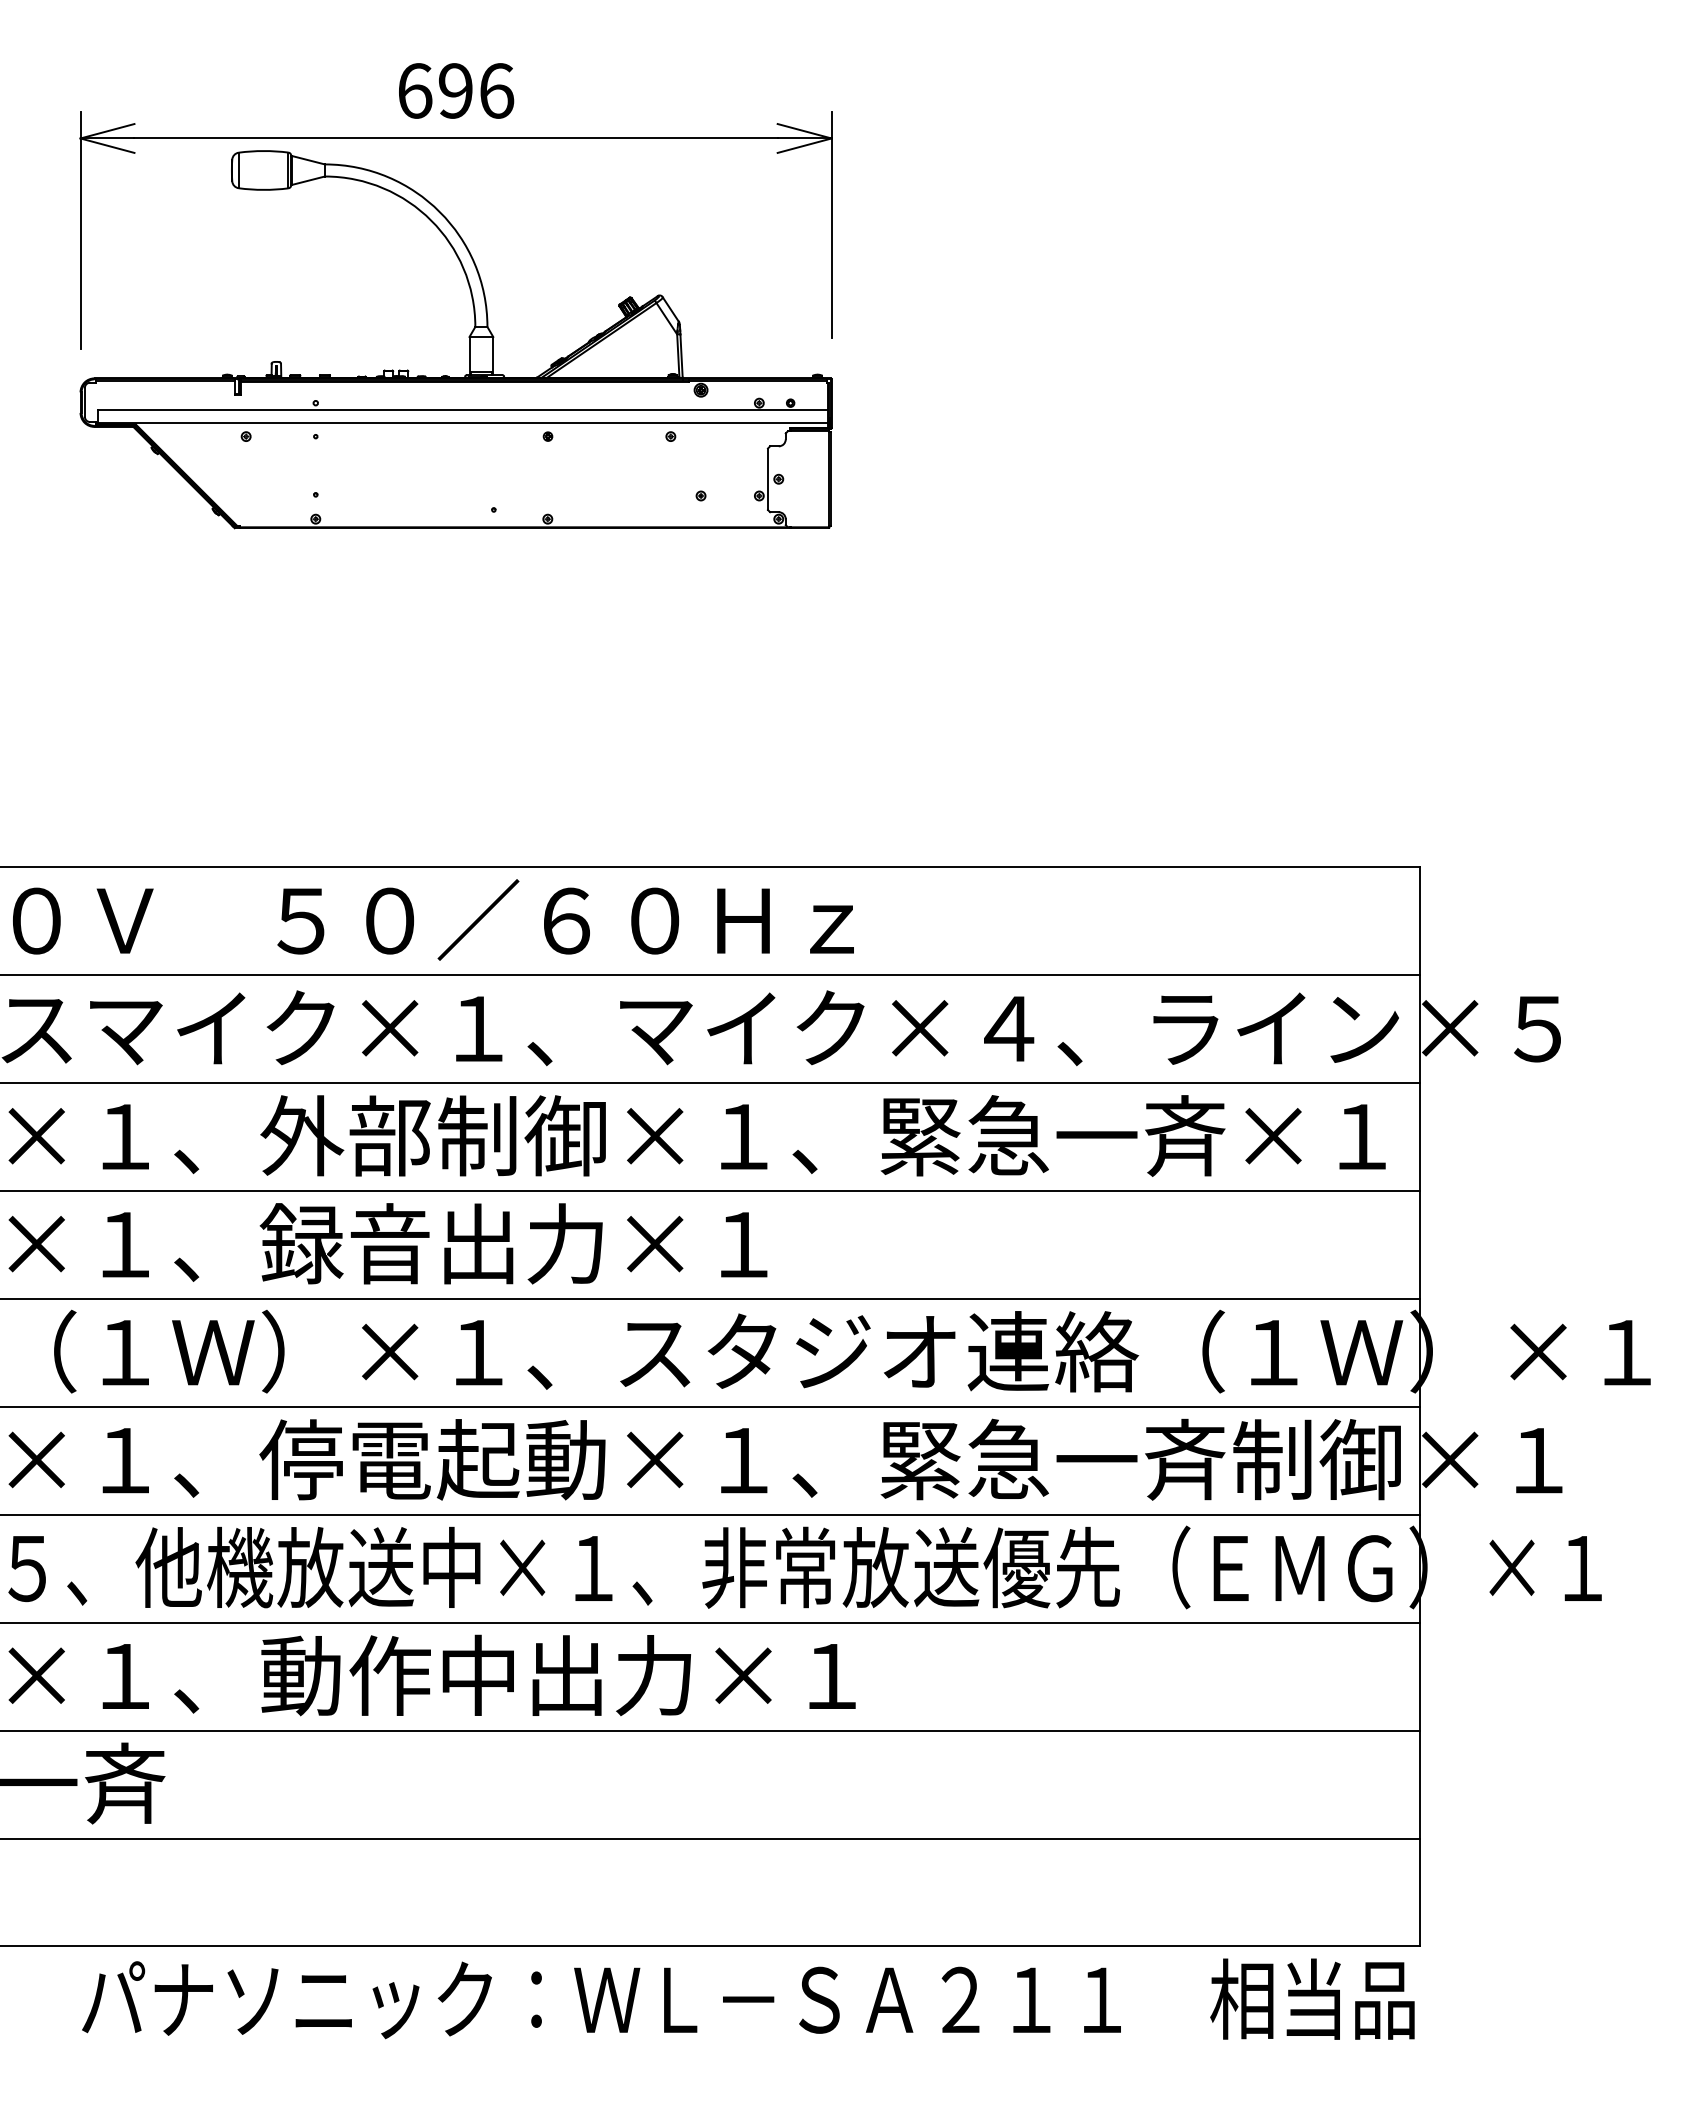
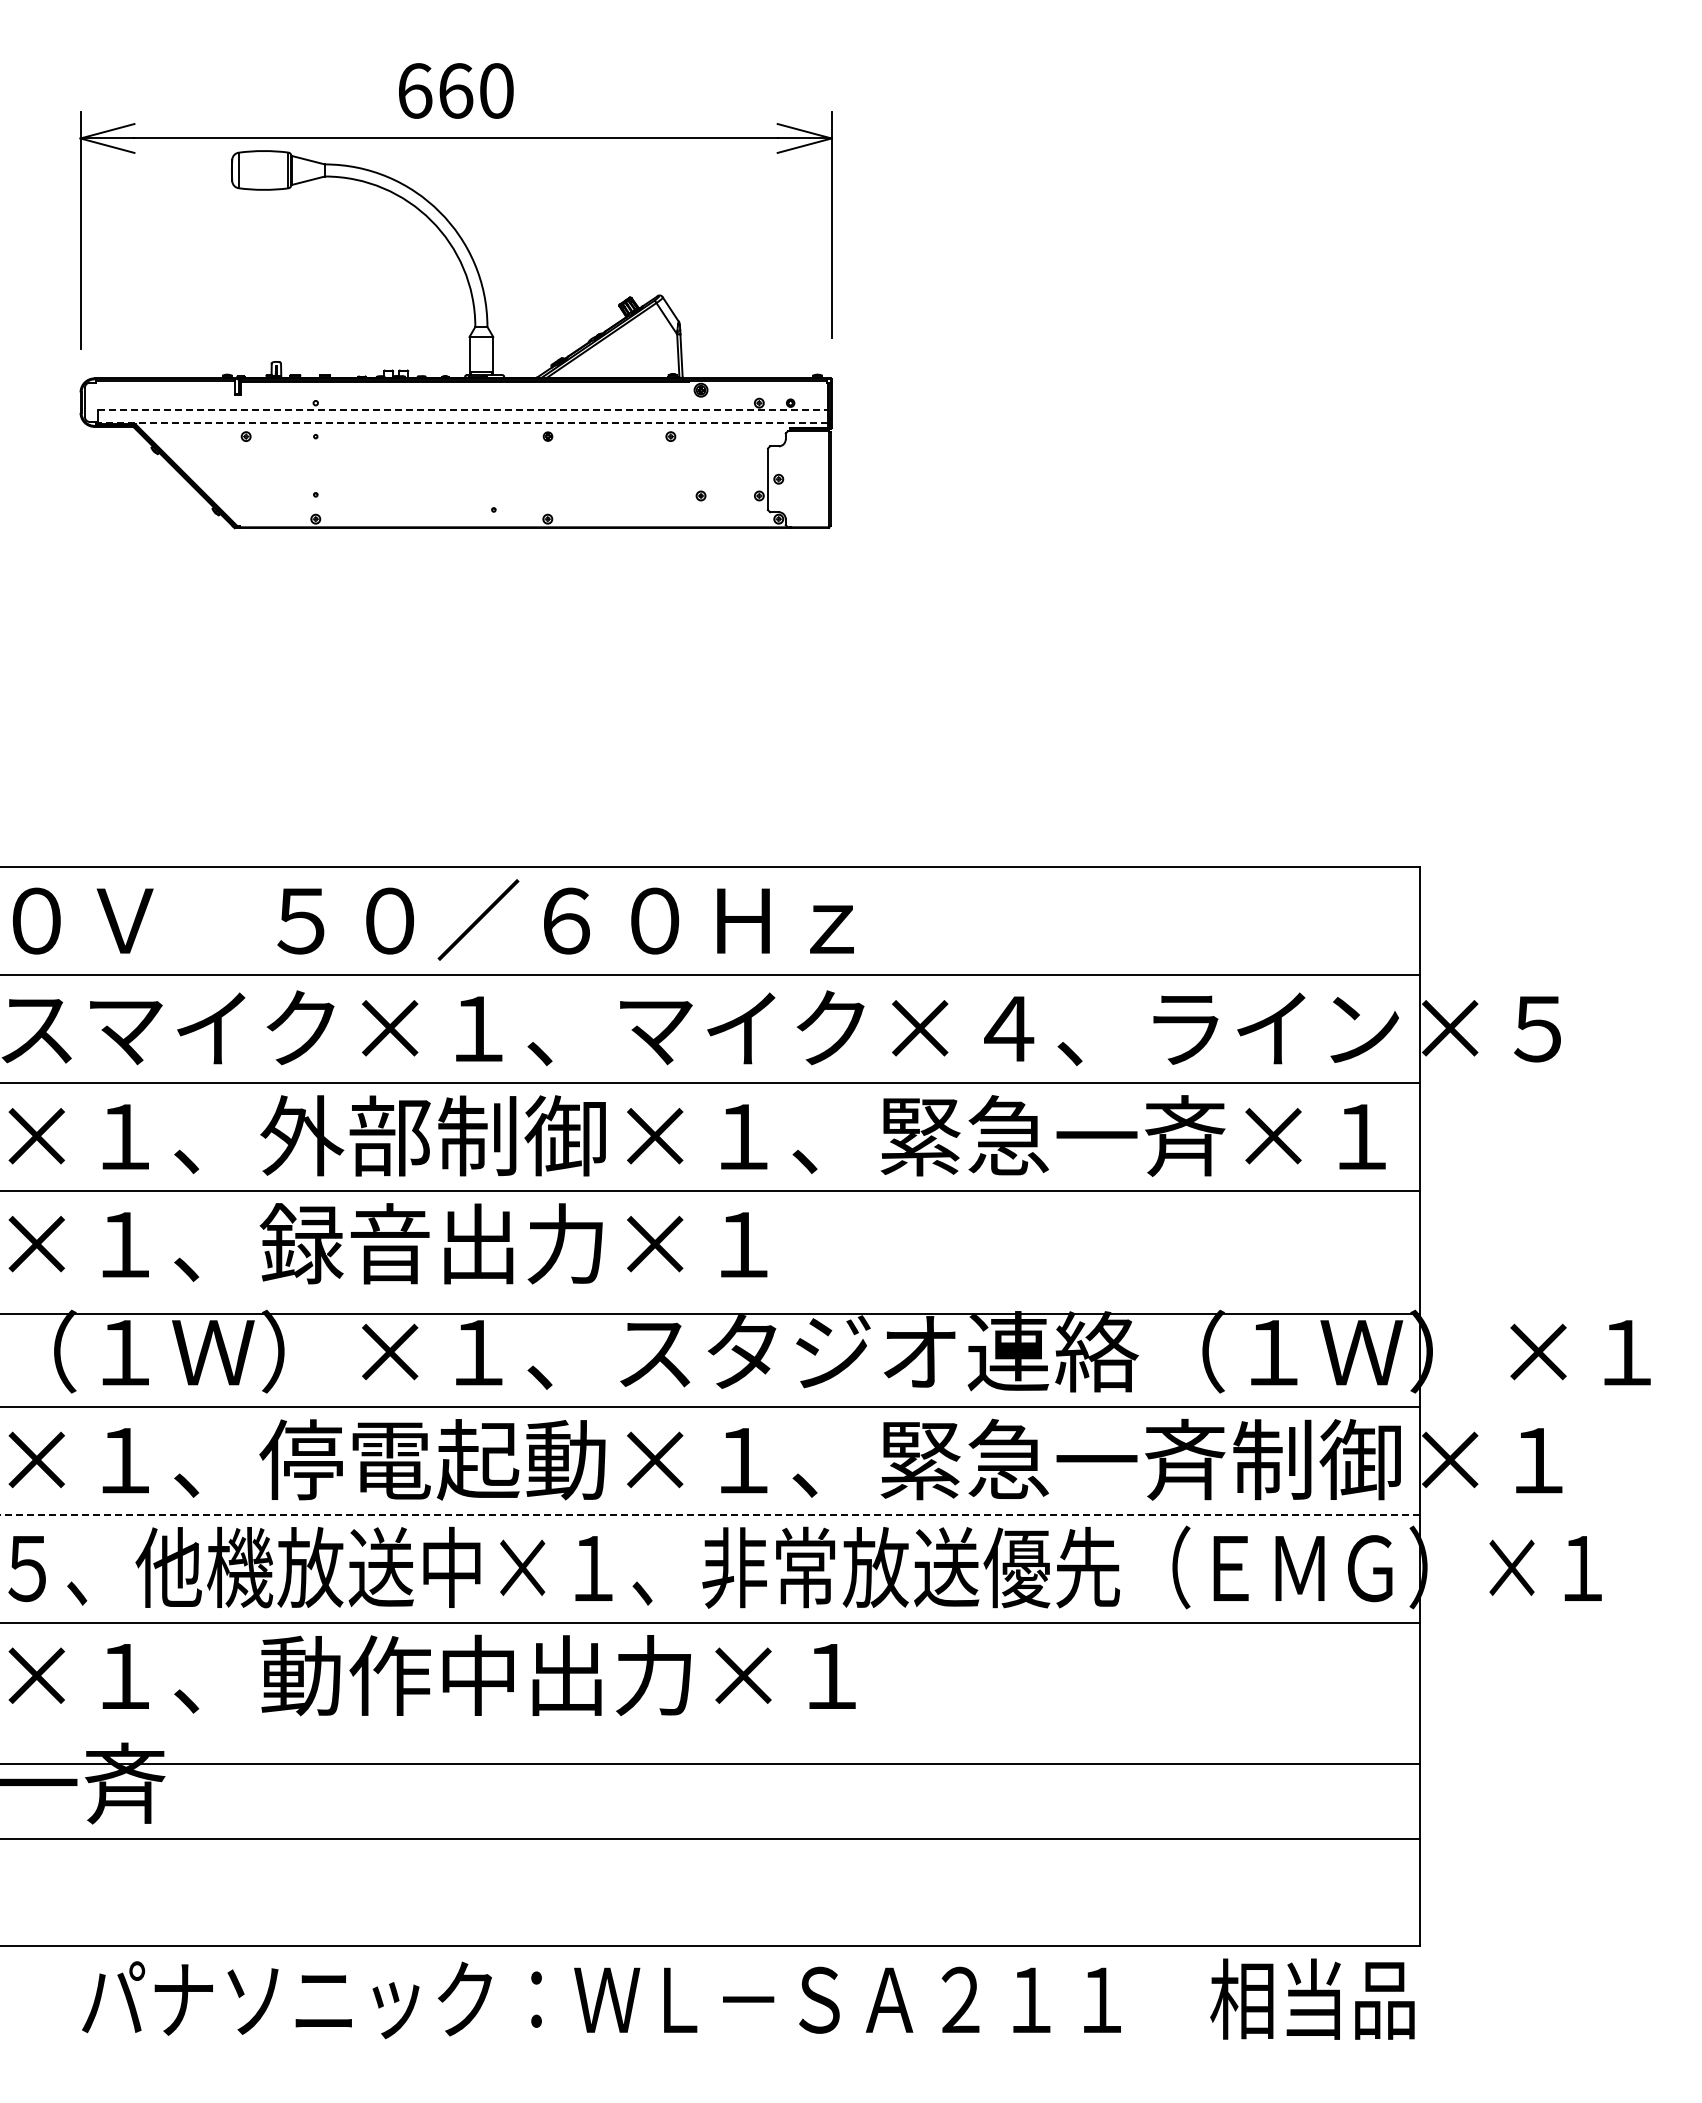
text at (476, 90): 696 -> 660
line at (463, 409): solid -> dashed
line at (462, 422): solid -> dashed
line at (710, 1298) position: (710, 1298) -> (710, 1313)
line at (709, 1514): solid -> dashed
line at (710, 1730) position: (710, 1730) -> (710, 1763)
